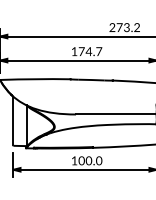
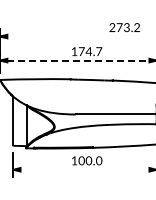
line at (79, 36): present -> none
line at (78, 60): solid -> dashed
line at (84, 169): present -> none
